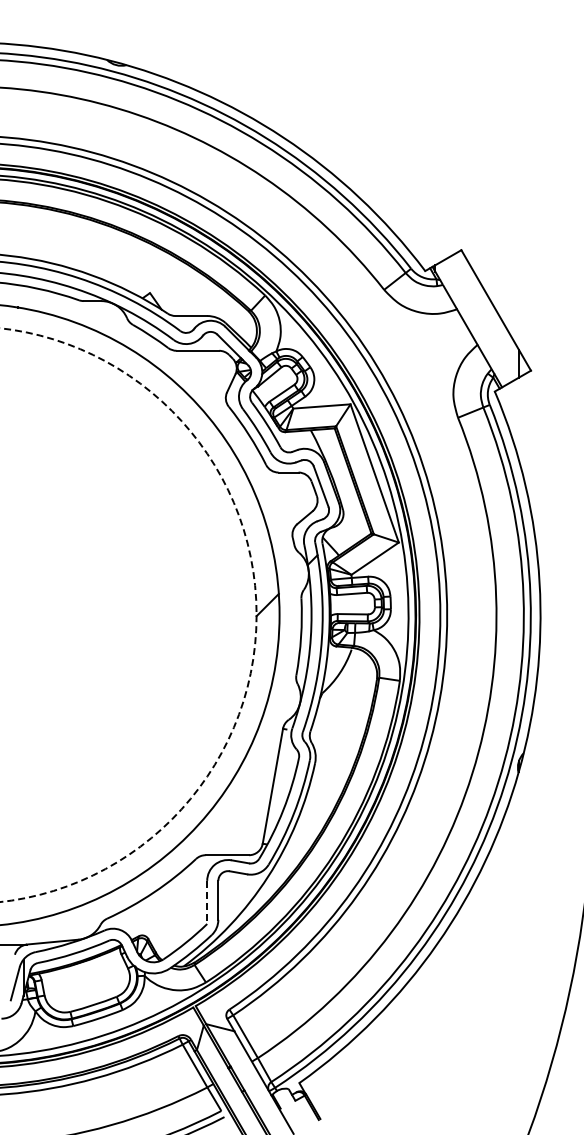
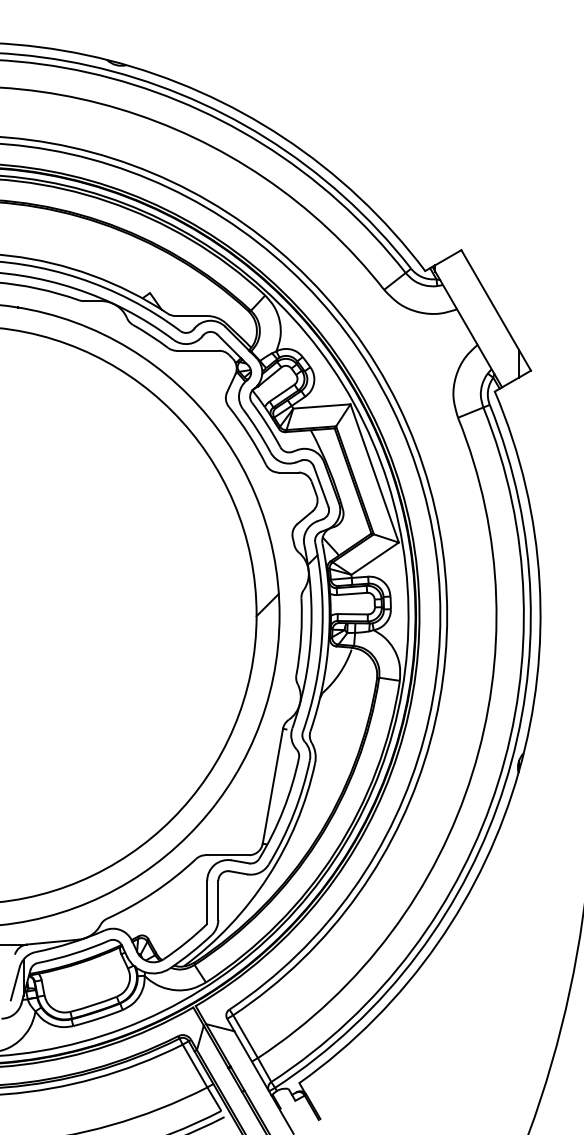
circle at (128, 615): dashed -> solid
line at (207, 902): dashed -> solid
